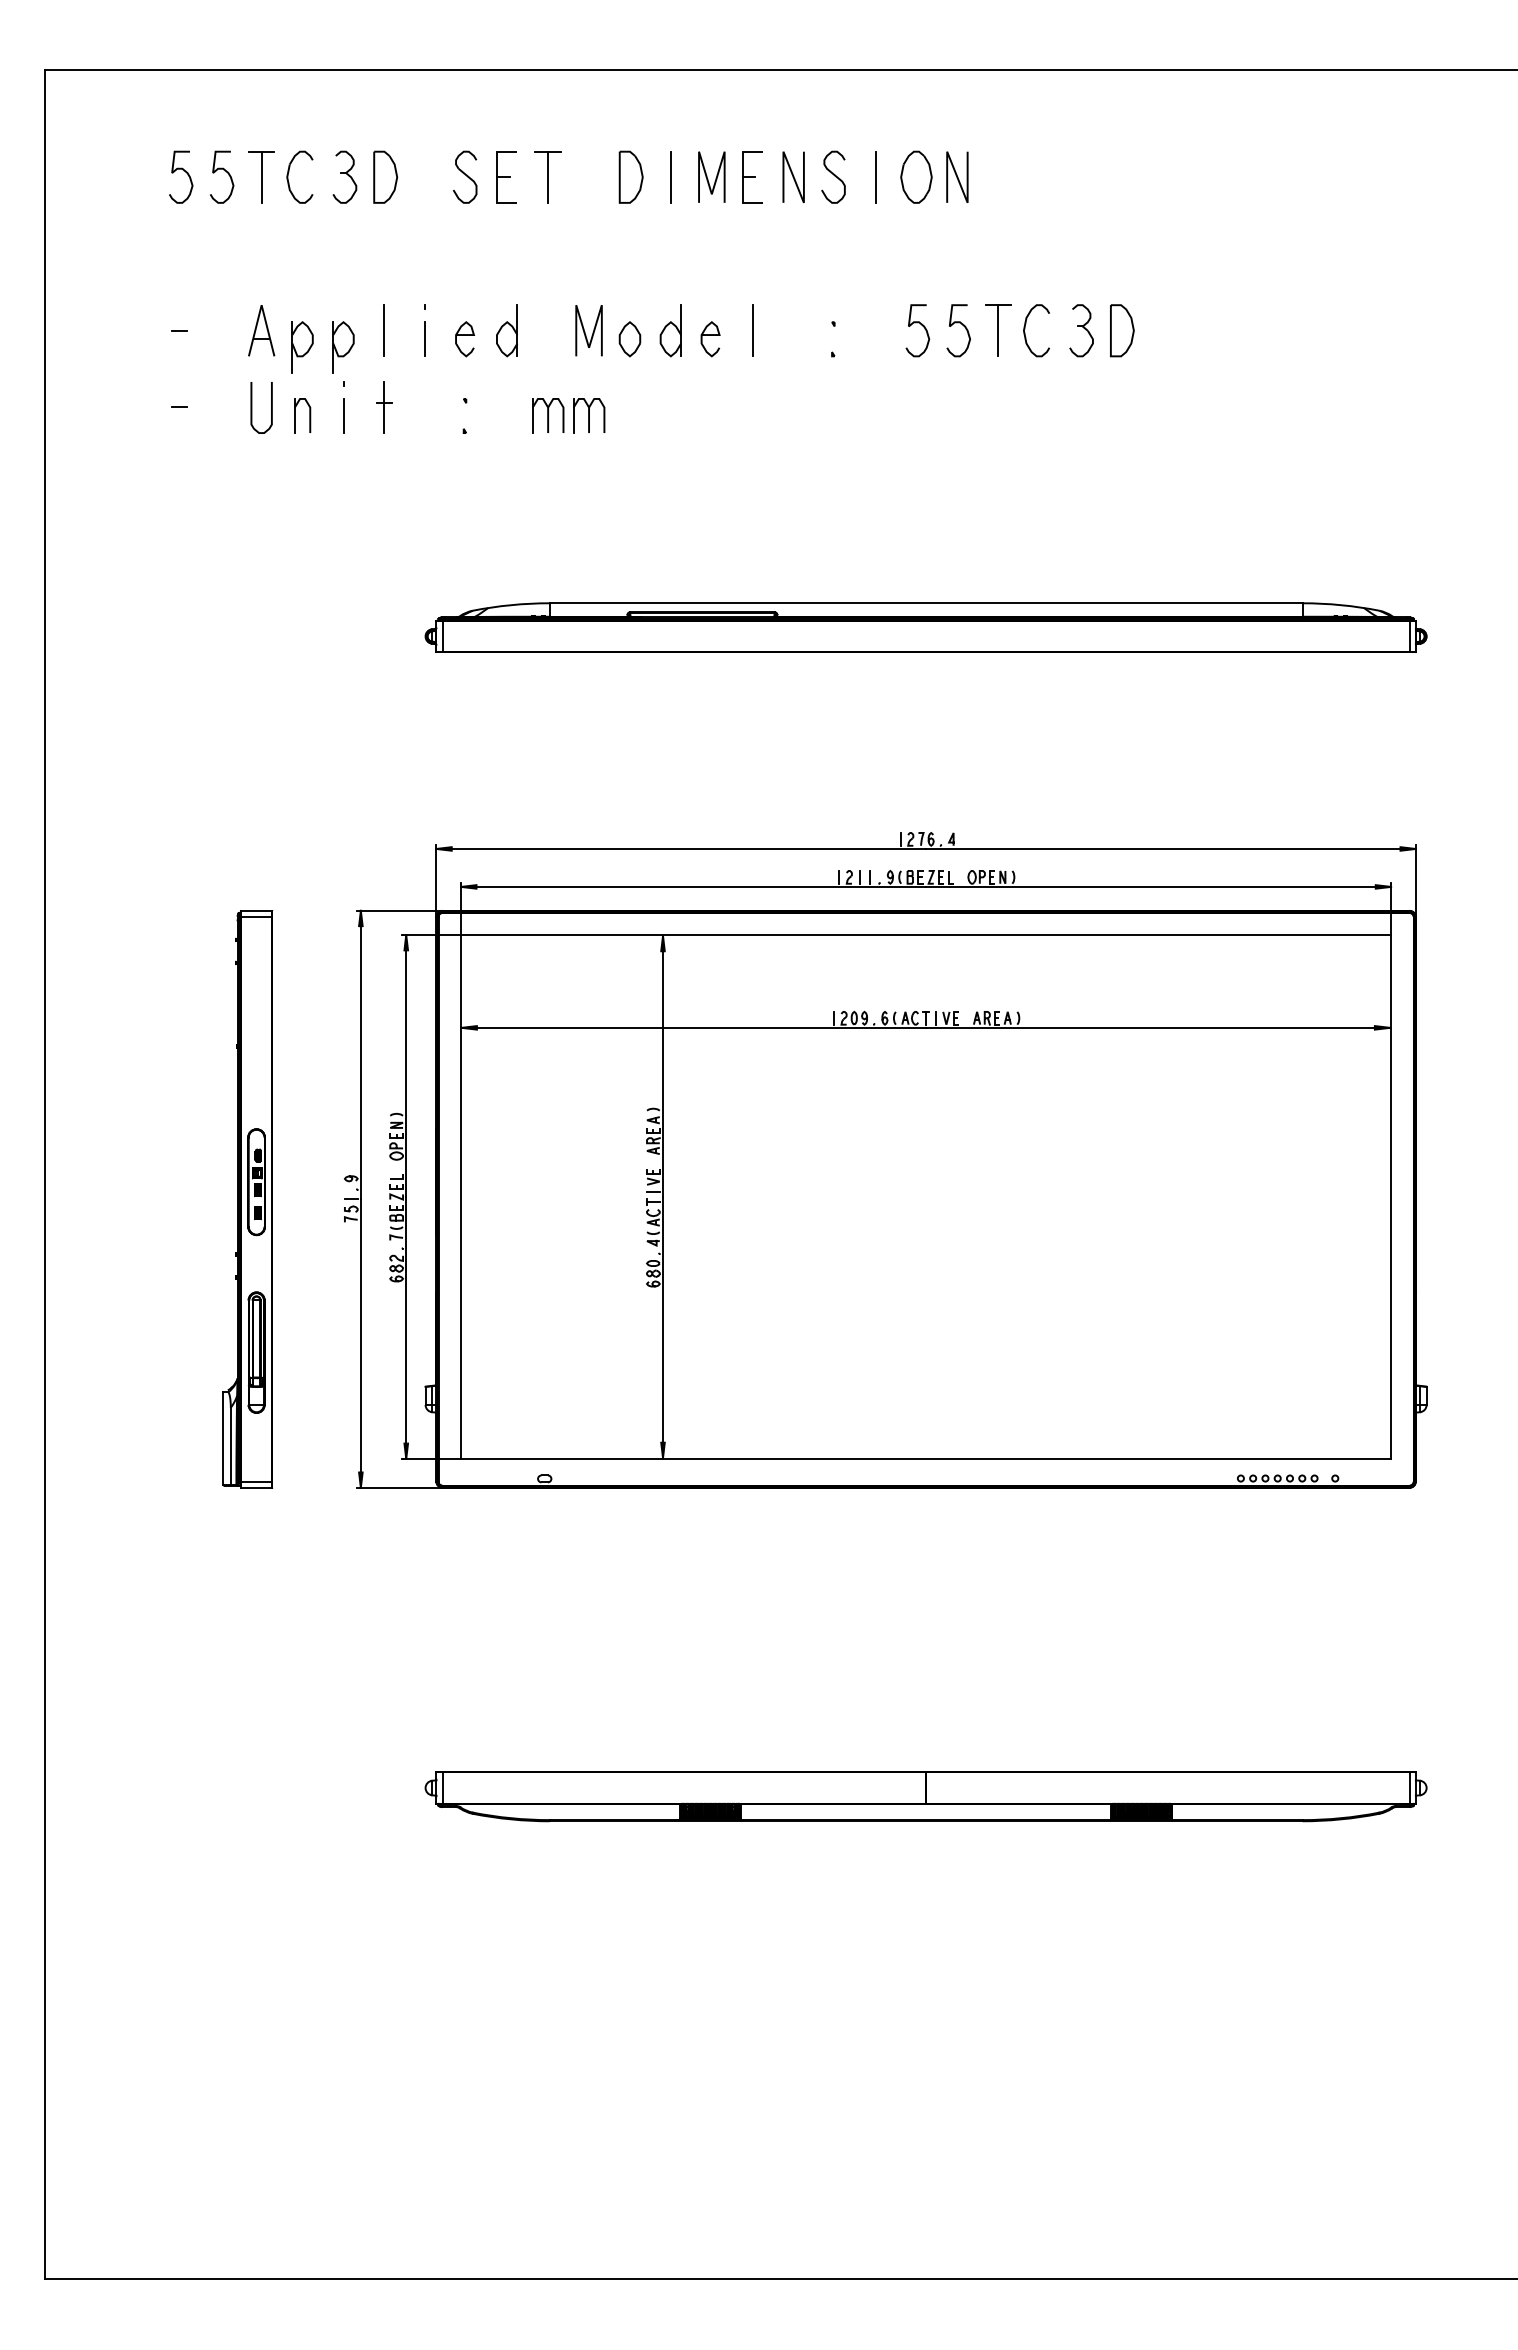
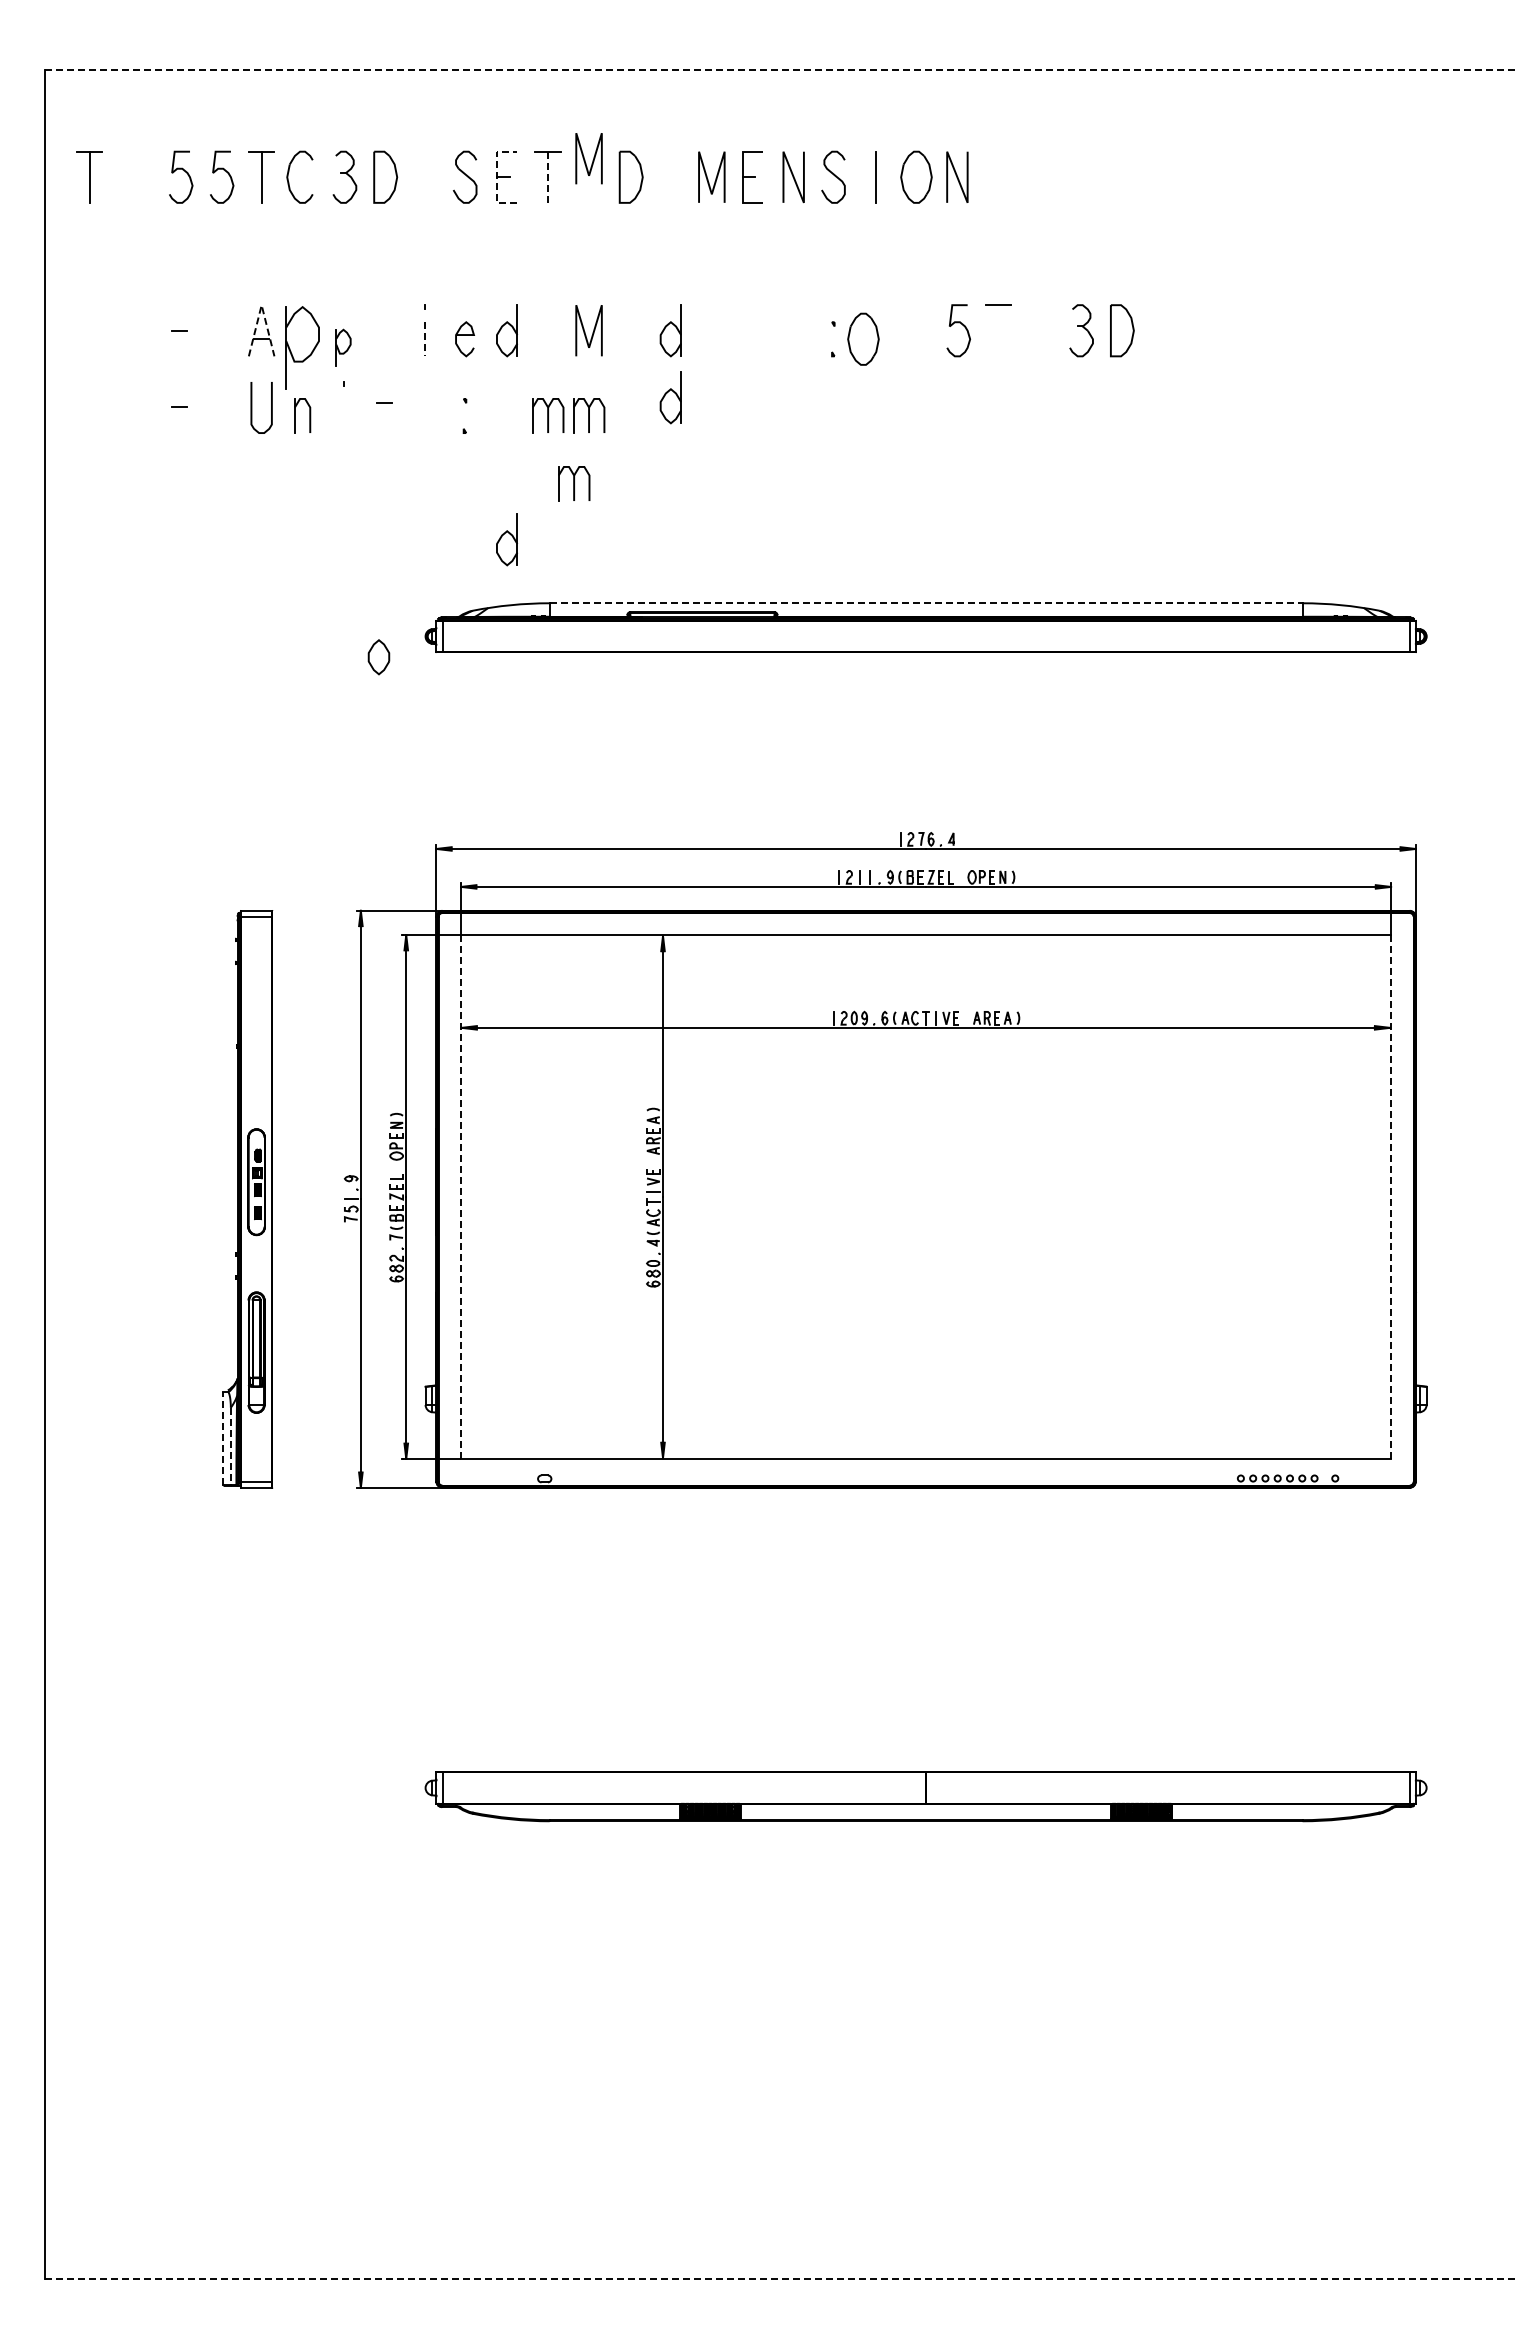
line at (781, 70): solid -> dashed
line at (585, 159): none -> present
line at (670, 176): present -> none
part at (89, 177): none -> present
line at (496, 177): solid -> dashed
line at (548, 177): solid -> dashed
line at (261, 305): solid -> dashed
curve at (921, 325): present -> none
curve at (1025, 329): present -> none
line at (384, 330): present -> none
line at (752, 330): present -> none
line at (998, 330): present -> none
curve at (710, 335): present -> none
part at (863, 338): none -> present
line at (425, 339): solid -> dashed
part at (629, 339) position: (629, 339) -> (378, 657)
part at (302, 347) size: 23x53 px -> 35x84 px
part at (343, 347) size: 23x53 px -> 17x39 px
part at (670, 397): none -> present
line at (384, 407): present -> none
line at (343, 415): present -> none
part at (574, 483): none -> present
part at (506, 539): none -> present
line at (926, 603): solid -> dashed
line at (461, 1196): solid -> dashed
line at (1391, 1196): solid -> dashed
line at (223, 1438): solid -> dashed
line at (230, 1446): solid -> dashed
line at (781, 2279): solid -> dashed
